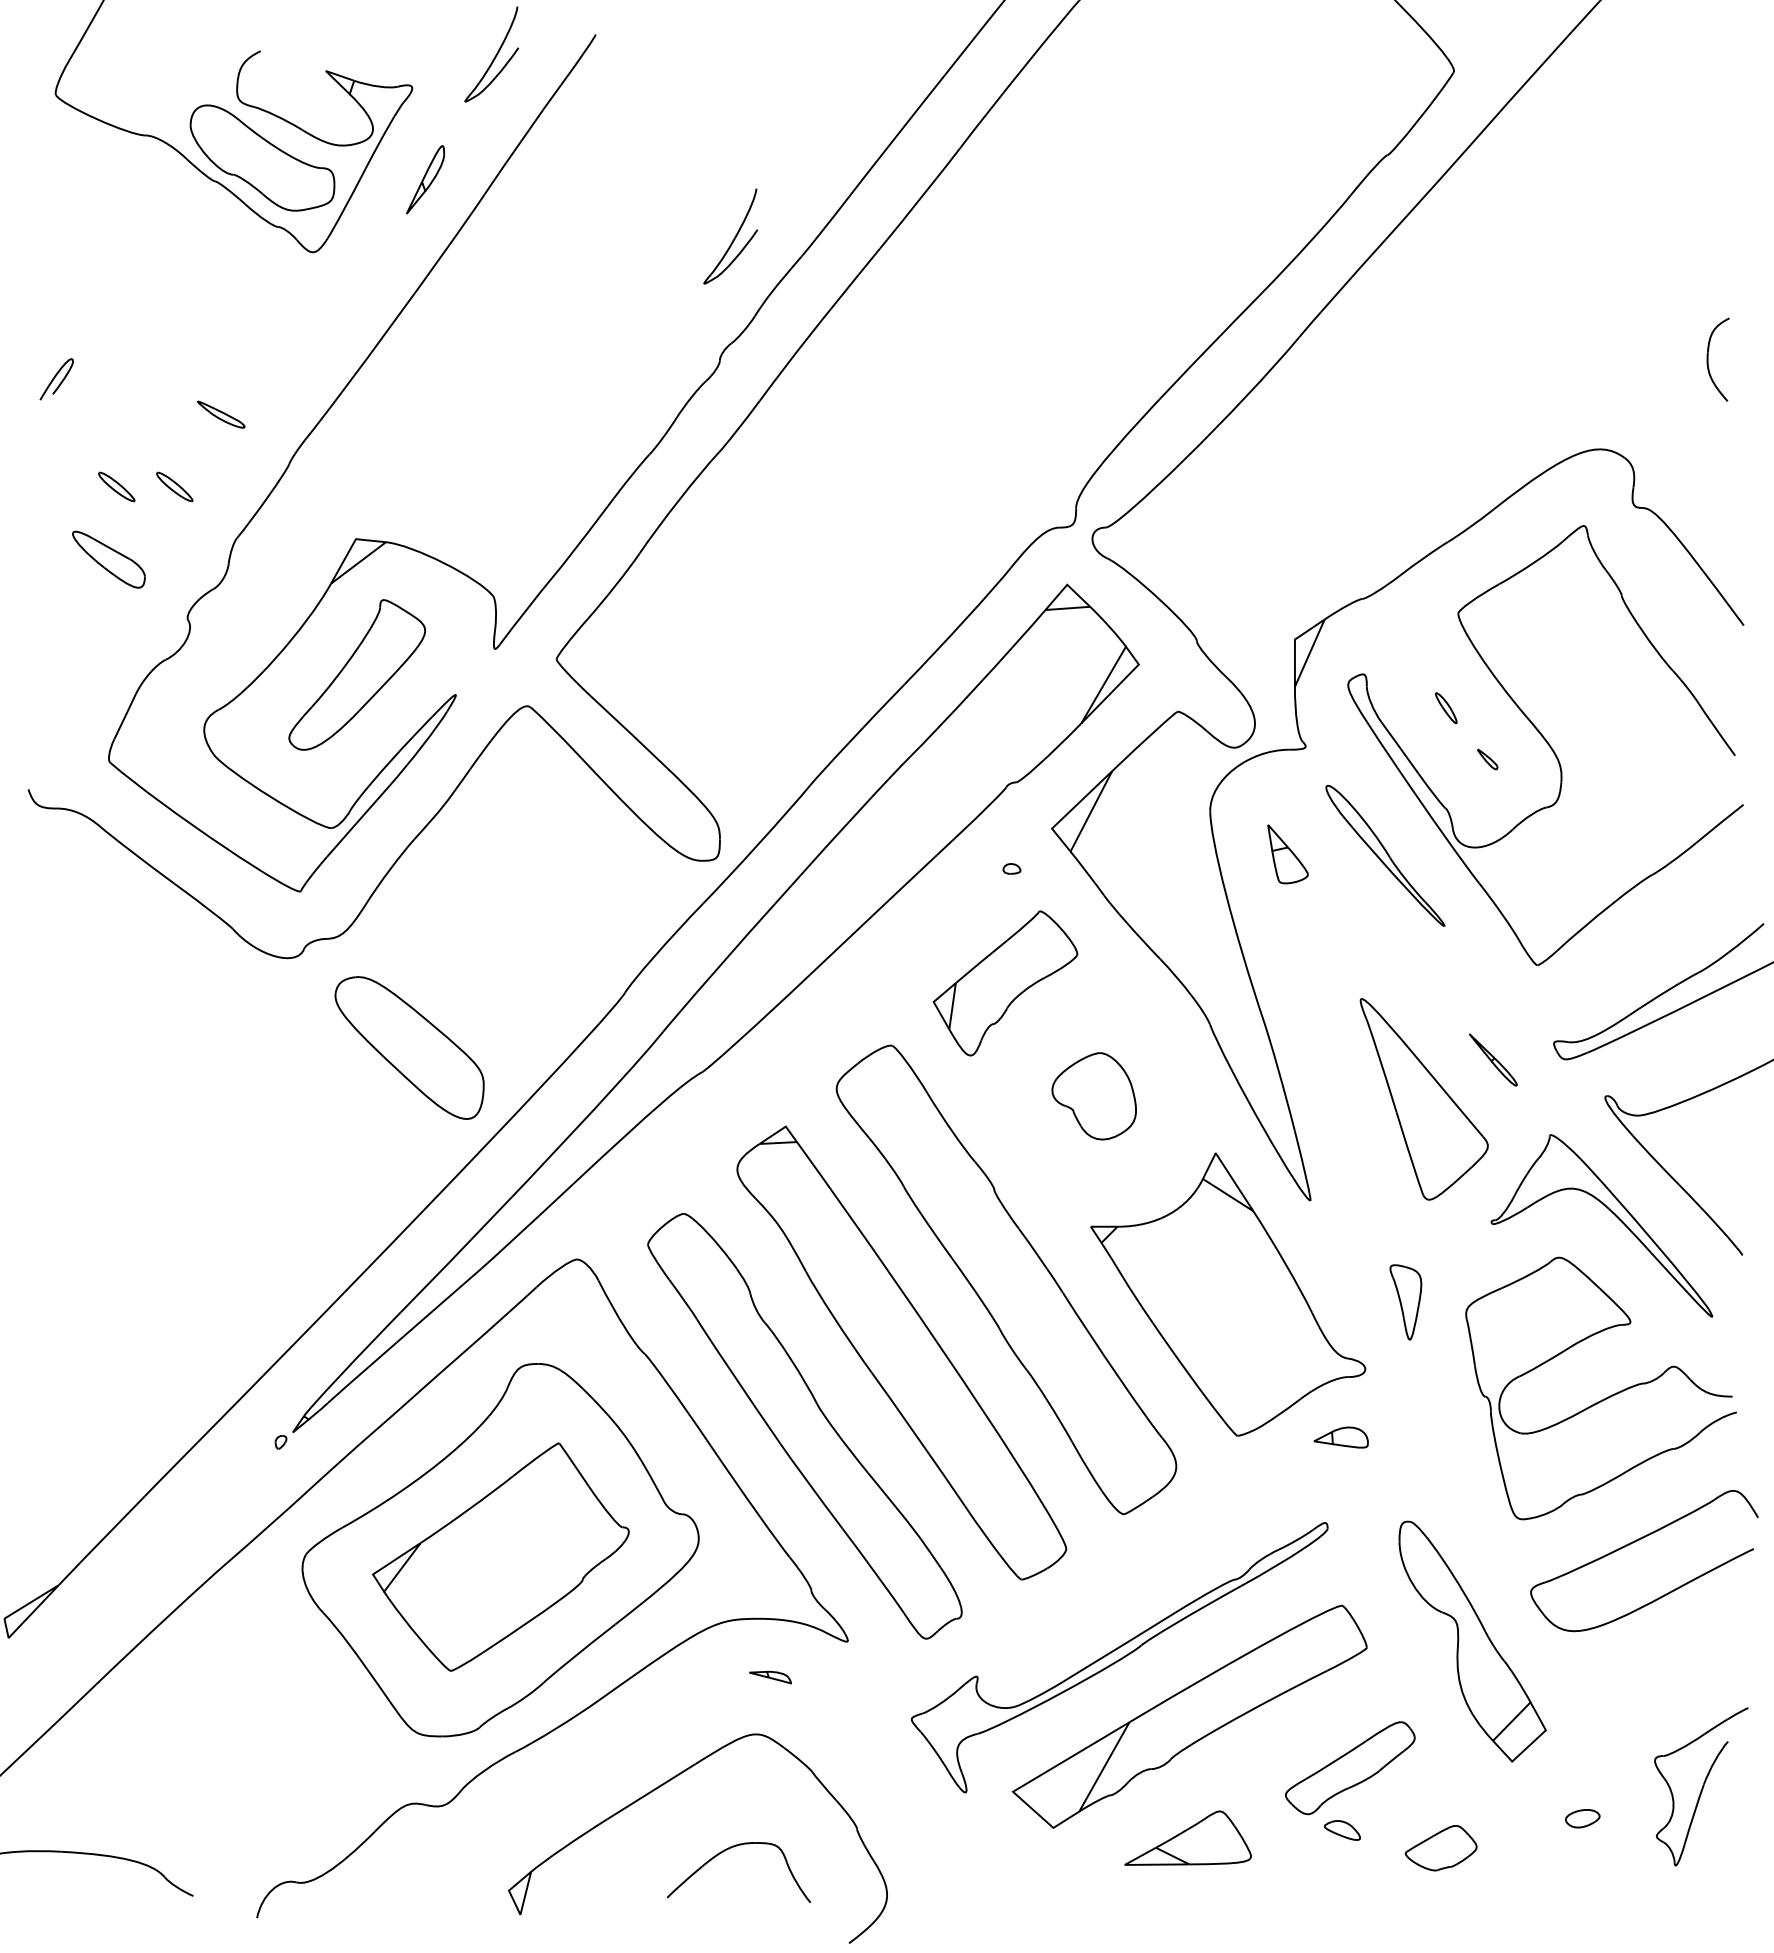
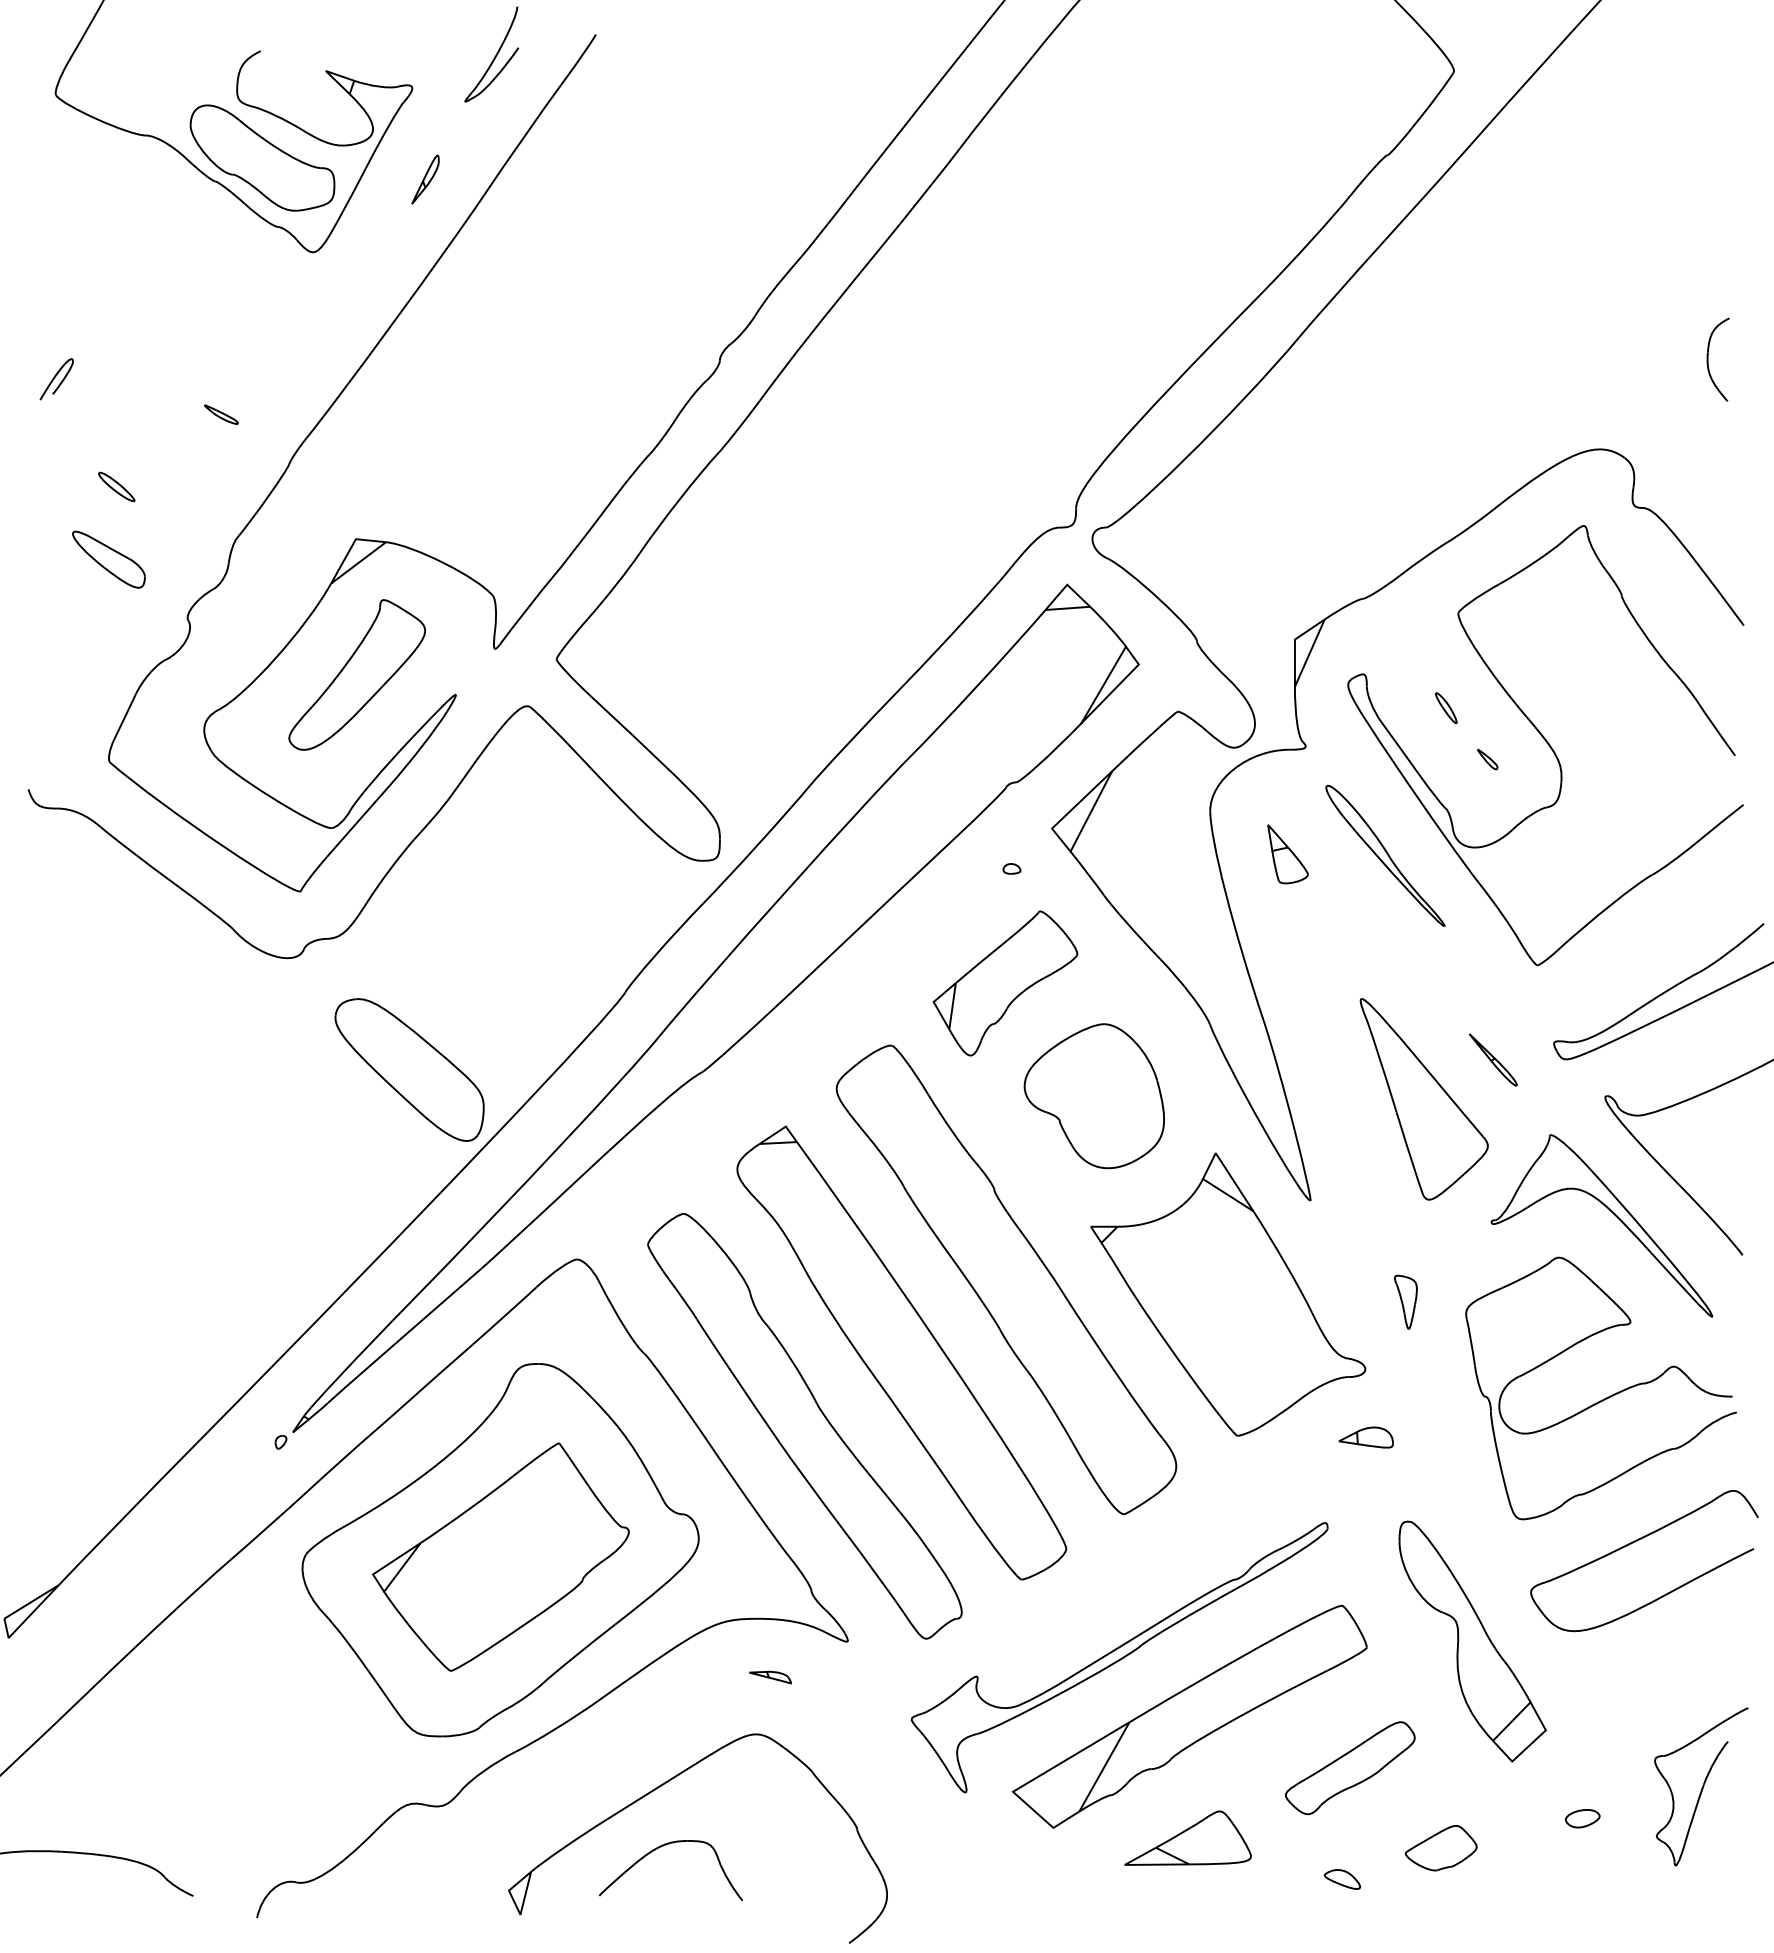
part at (425, 179) size: 40x70 px -> 29x51 px
part at (730, 236): present -> none
part at (220, 414) size: 50x29 px -> 35x21 px
part at (174, 486): present -> none
part at (409, 1047) position: (409, 1047) -> (409, 1069)
part at (1093, 1096) size: 86x89 px -> 142x147 px
part at (1405, 1302) size: 34x77 px -> 24x56 px
part at (1340, 1437) position: (1340, 1437) -> (1365, 1437)
part at (1341, 1830) position: (1341, 1830) -> (1341, 1879)
part at (729, 1849) position: (729, 1849) -> (661, 1847)
